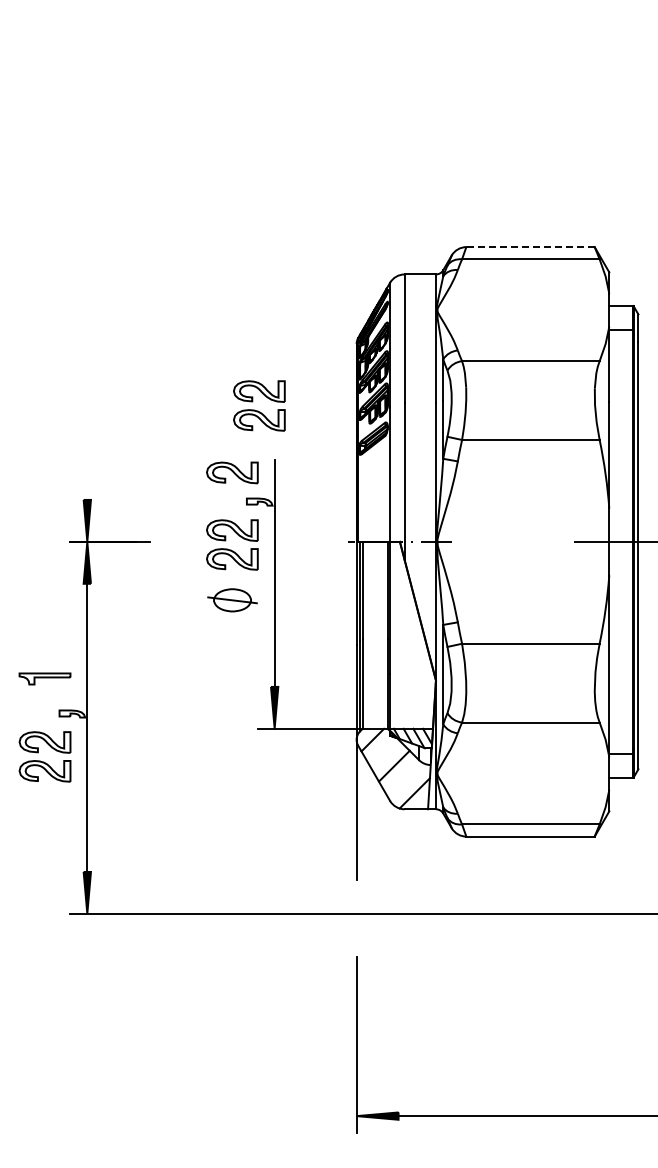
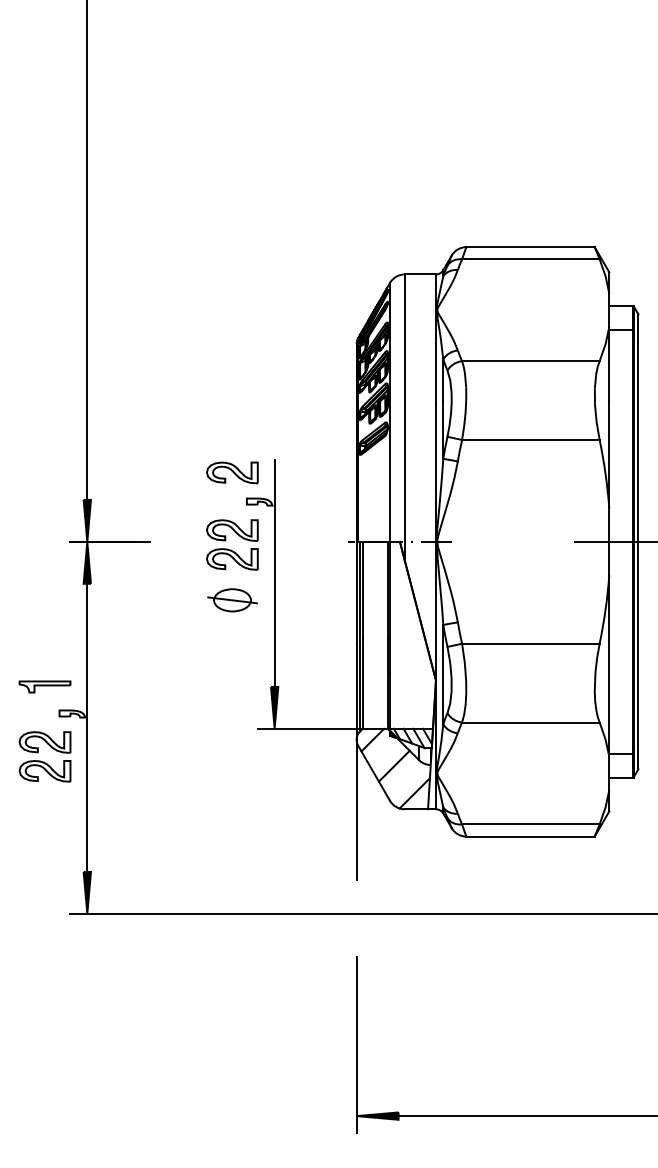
line at (530, 247): dashed -> solid
line at (87, 250): none -> present
part at (259, 405): present -> none
part at (44, 678) position: (44, 678) -> (44, 686)
